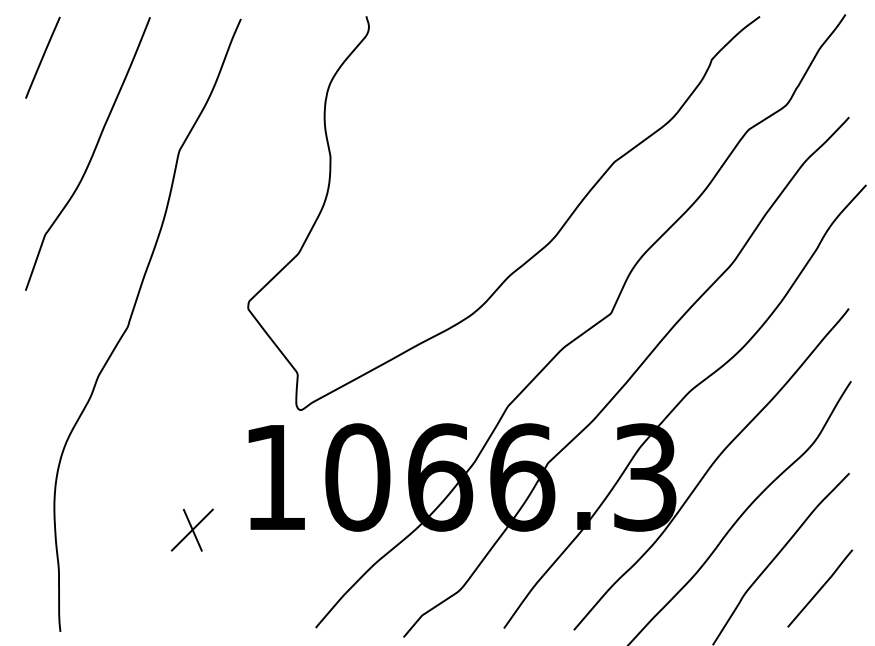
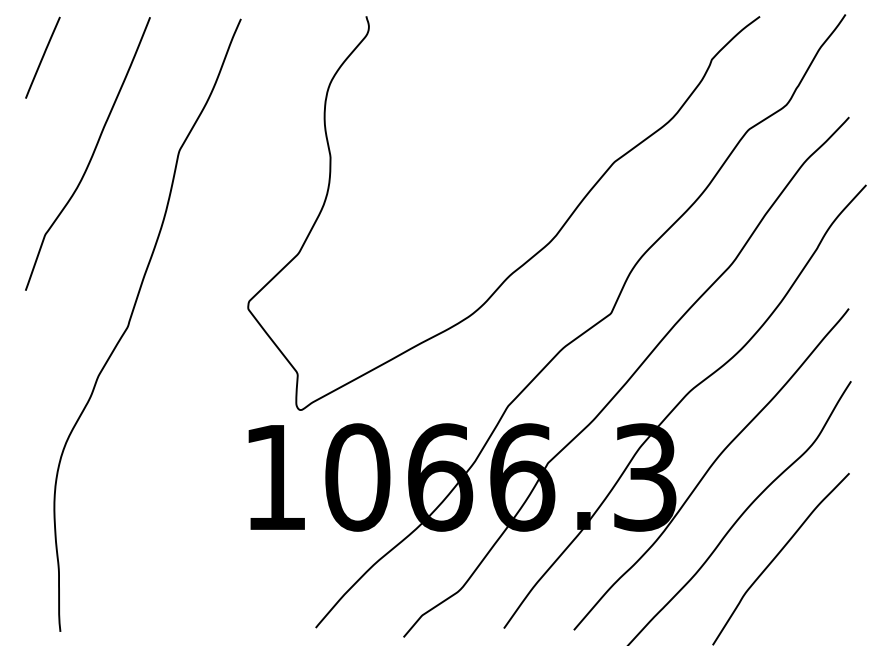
part at (191, 529): present -> none
line at (820, 588): present -> none
